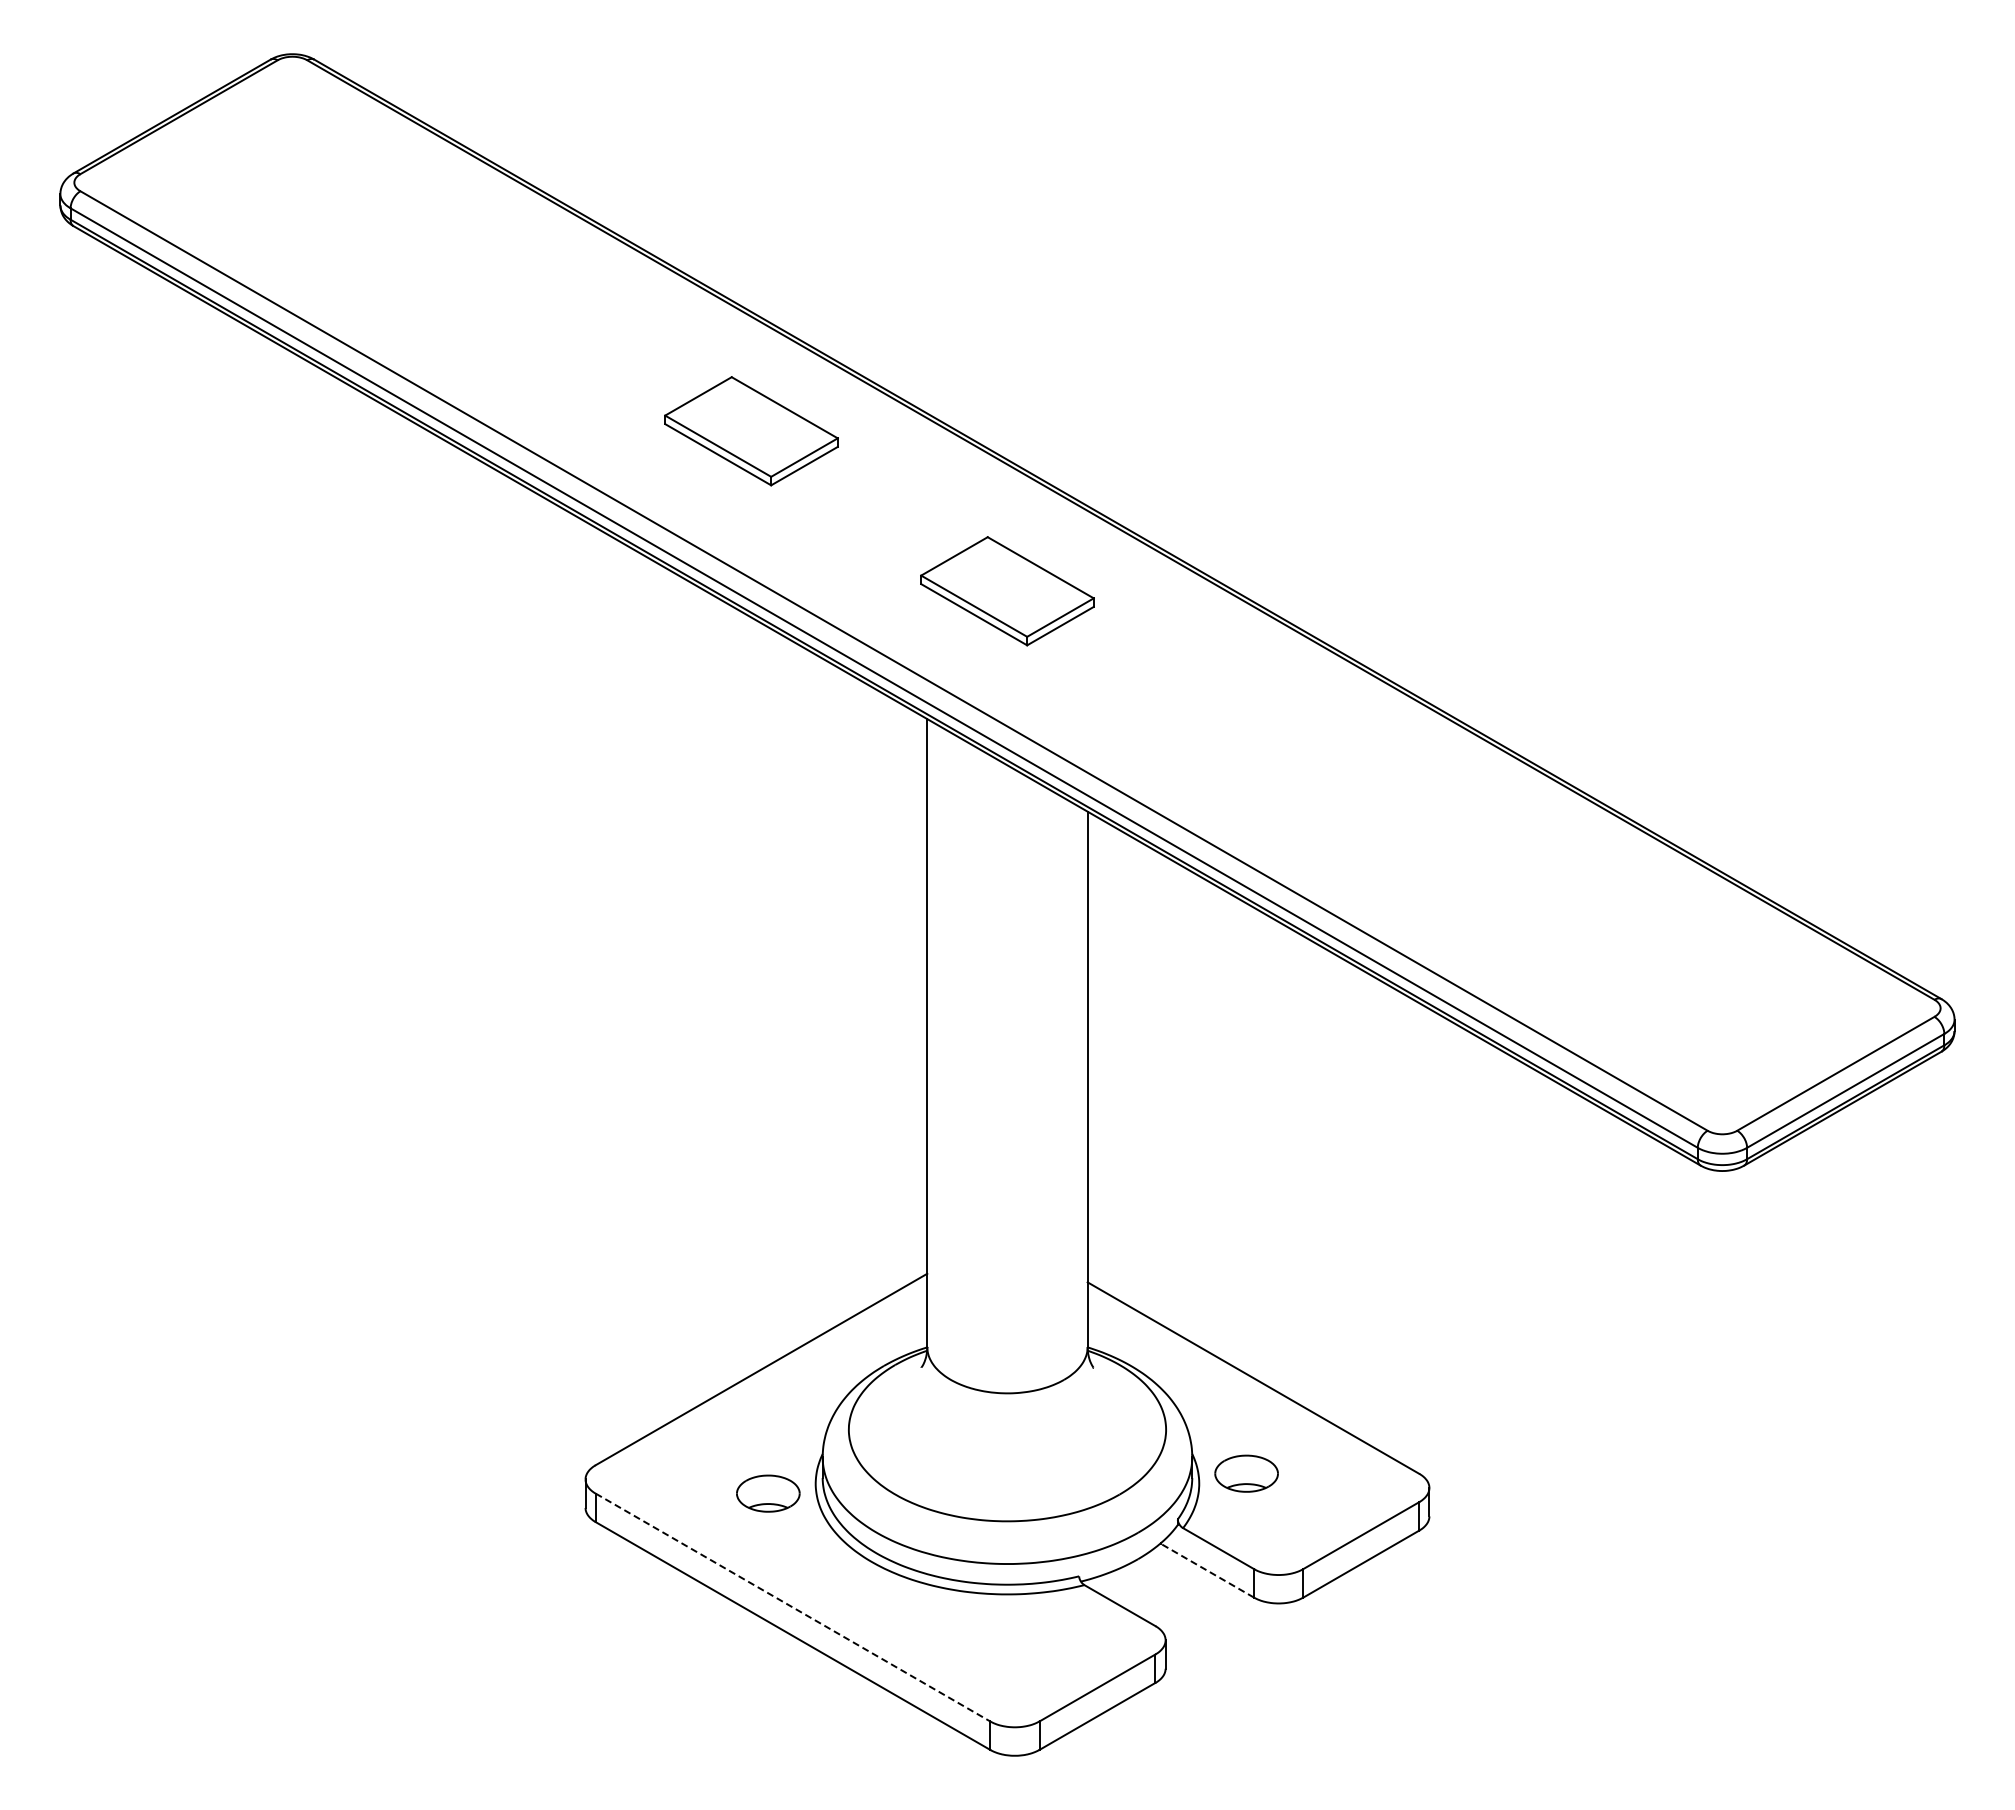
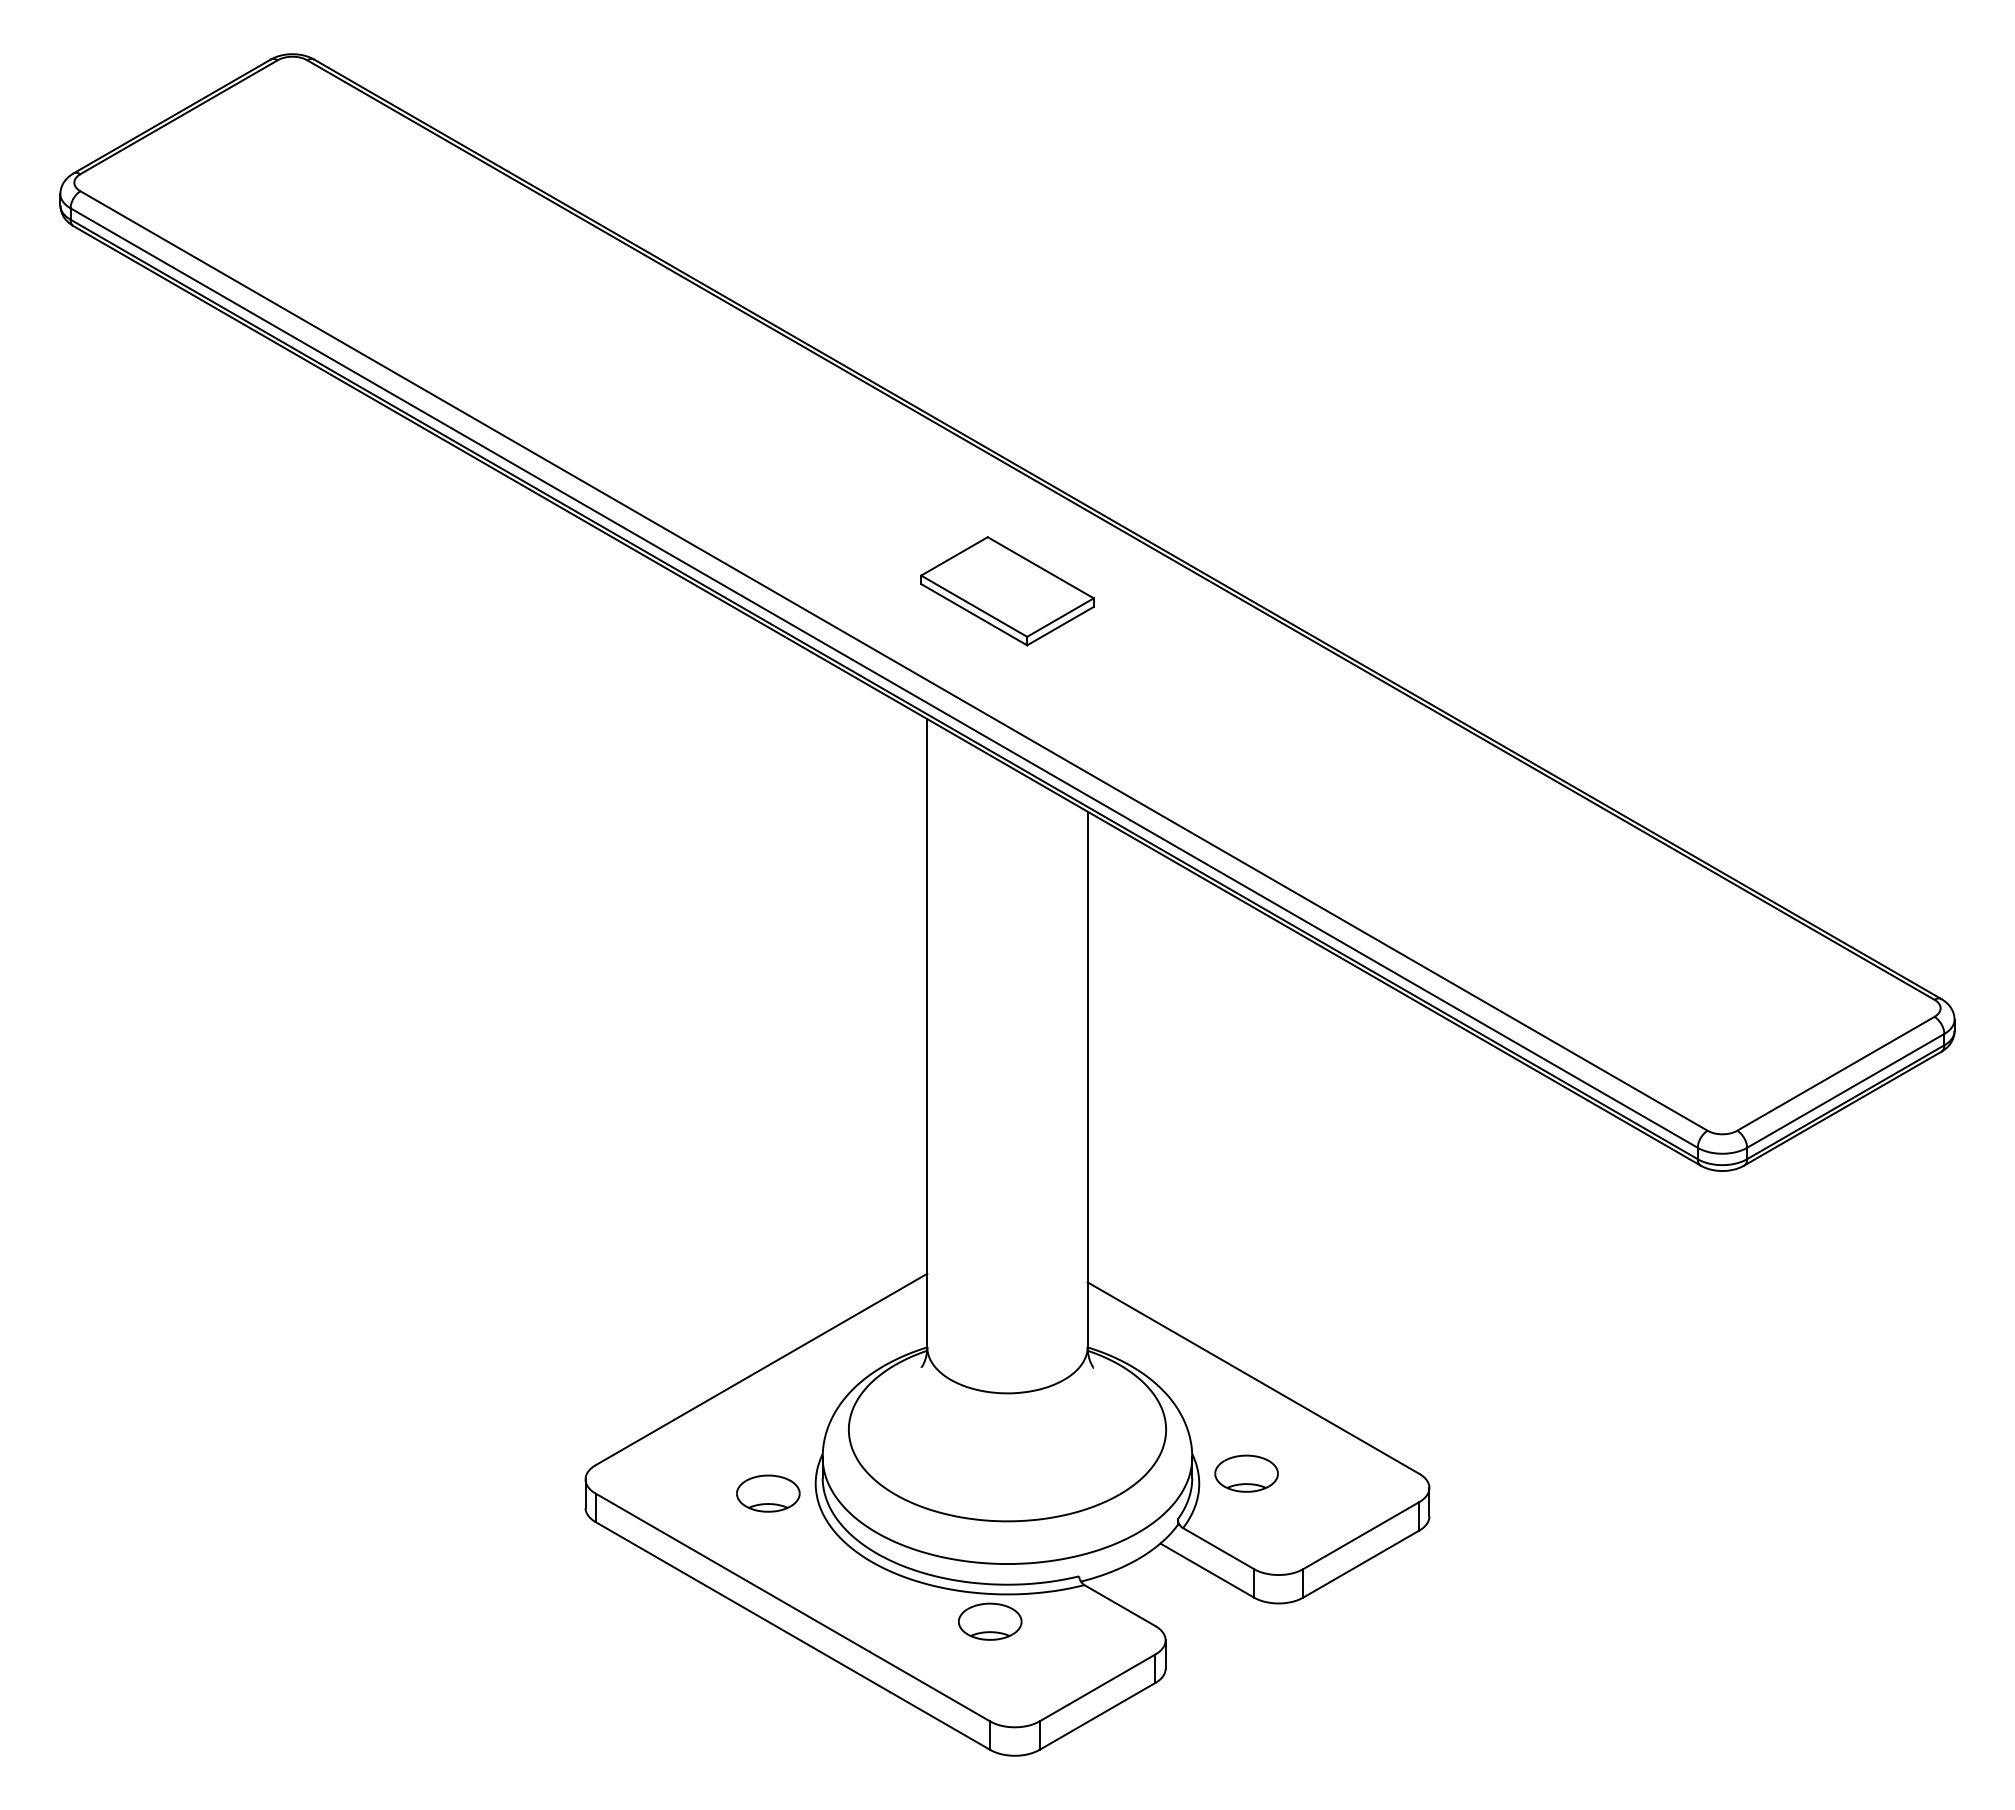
part at (751, 431): present -> none
line at (1207, 1570): dashed -> solid
line at (793, 1607): dashed -> solid
part at (990, 1621): none -> present
